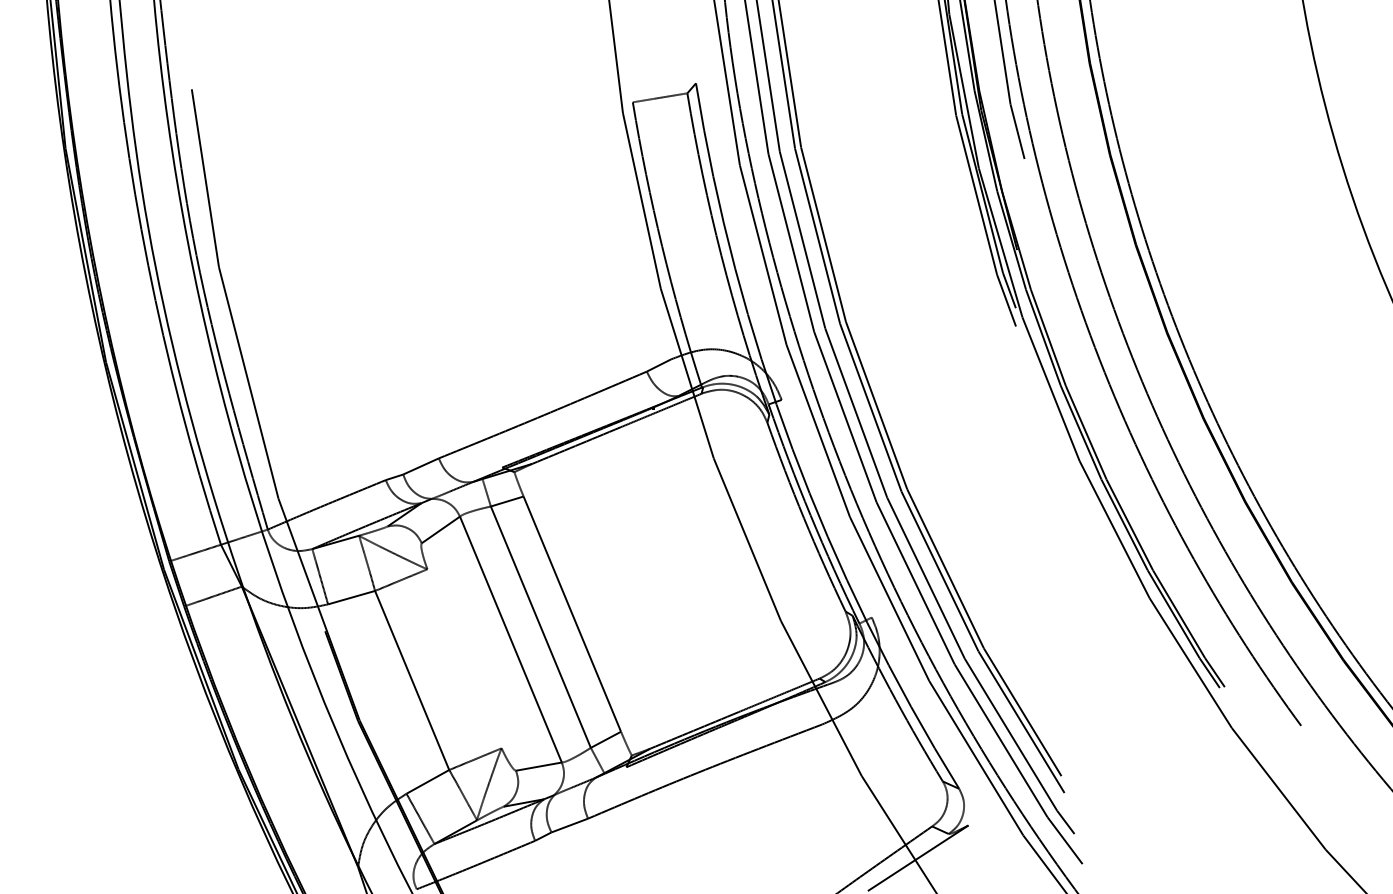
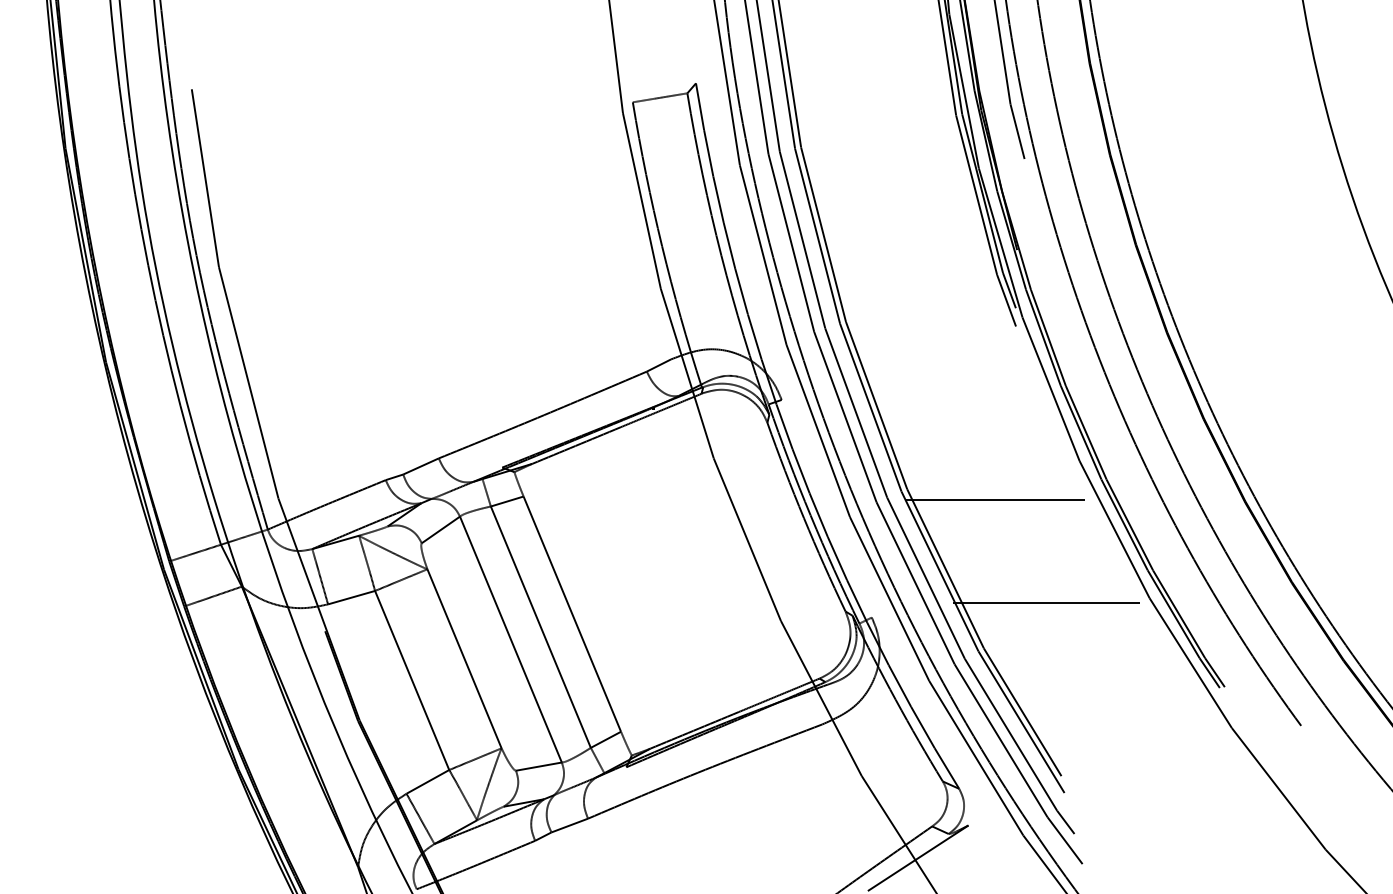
line at (995, 499): none -> present
line at (1046, 602): none -> present
line at (464, 658): none -> present
